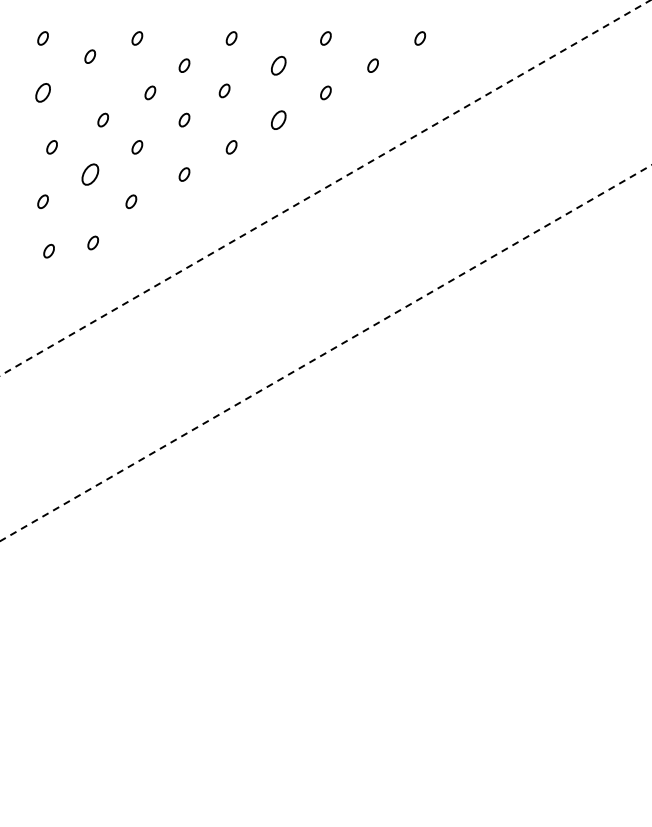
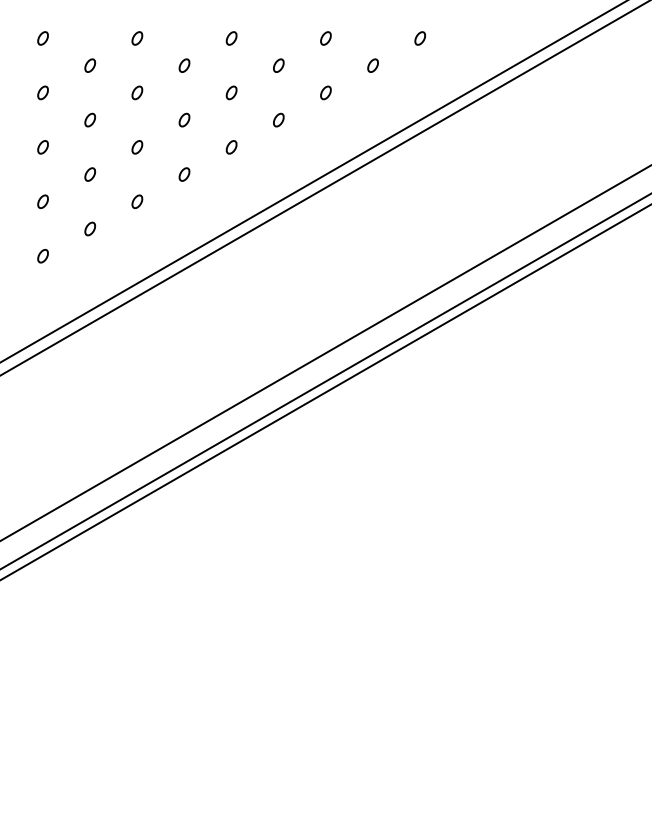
part at (89, 56) position: (89, 56) -> (89, 65)
part at (278, 65) size: 16x21 px -> 12x15 px
part at (224, 90) position: (224, 90) -> (231, 92)
part at (42, 92) size: 16x20 px -> 12x16 px
part at (150, 92) position: (150, 92) -> (137, 92)
part at (102, 119) position: (102, 119) -> (89, 119)
part at (278, 119) size: 16x20 px -> 12x16 px
part at (51, 147) position: (51, 147) -> (42, 147)
part at (90, 174) size: 19x23 px -> 12x15 px
line at (313, 181): none -> present
line at (325, 187): dashed -> solid
part at (131, 201) position: (131, 201) -> (137, 201)
part at (92, 242) position: (92, 242) -> (89, 228)
part at (48, 250) position: (48, 250) -> (42, 255)
line at (326, 352): dashed -> solid
line at (325, 381): none -> present
line at (325, 392): none -> present
